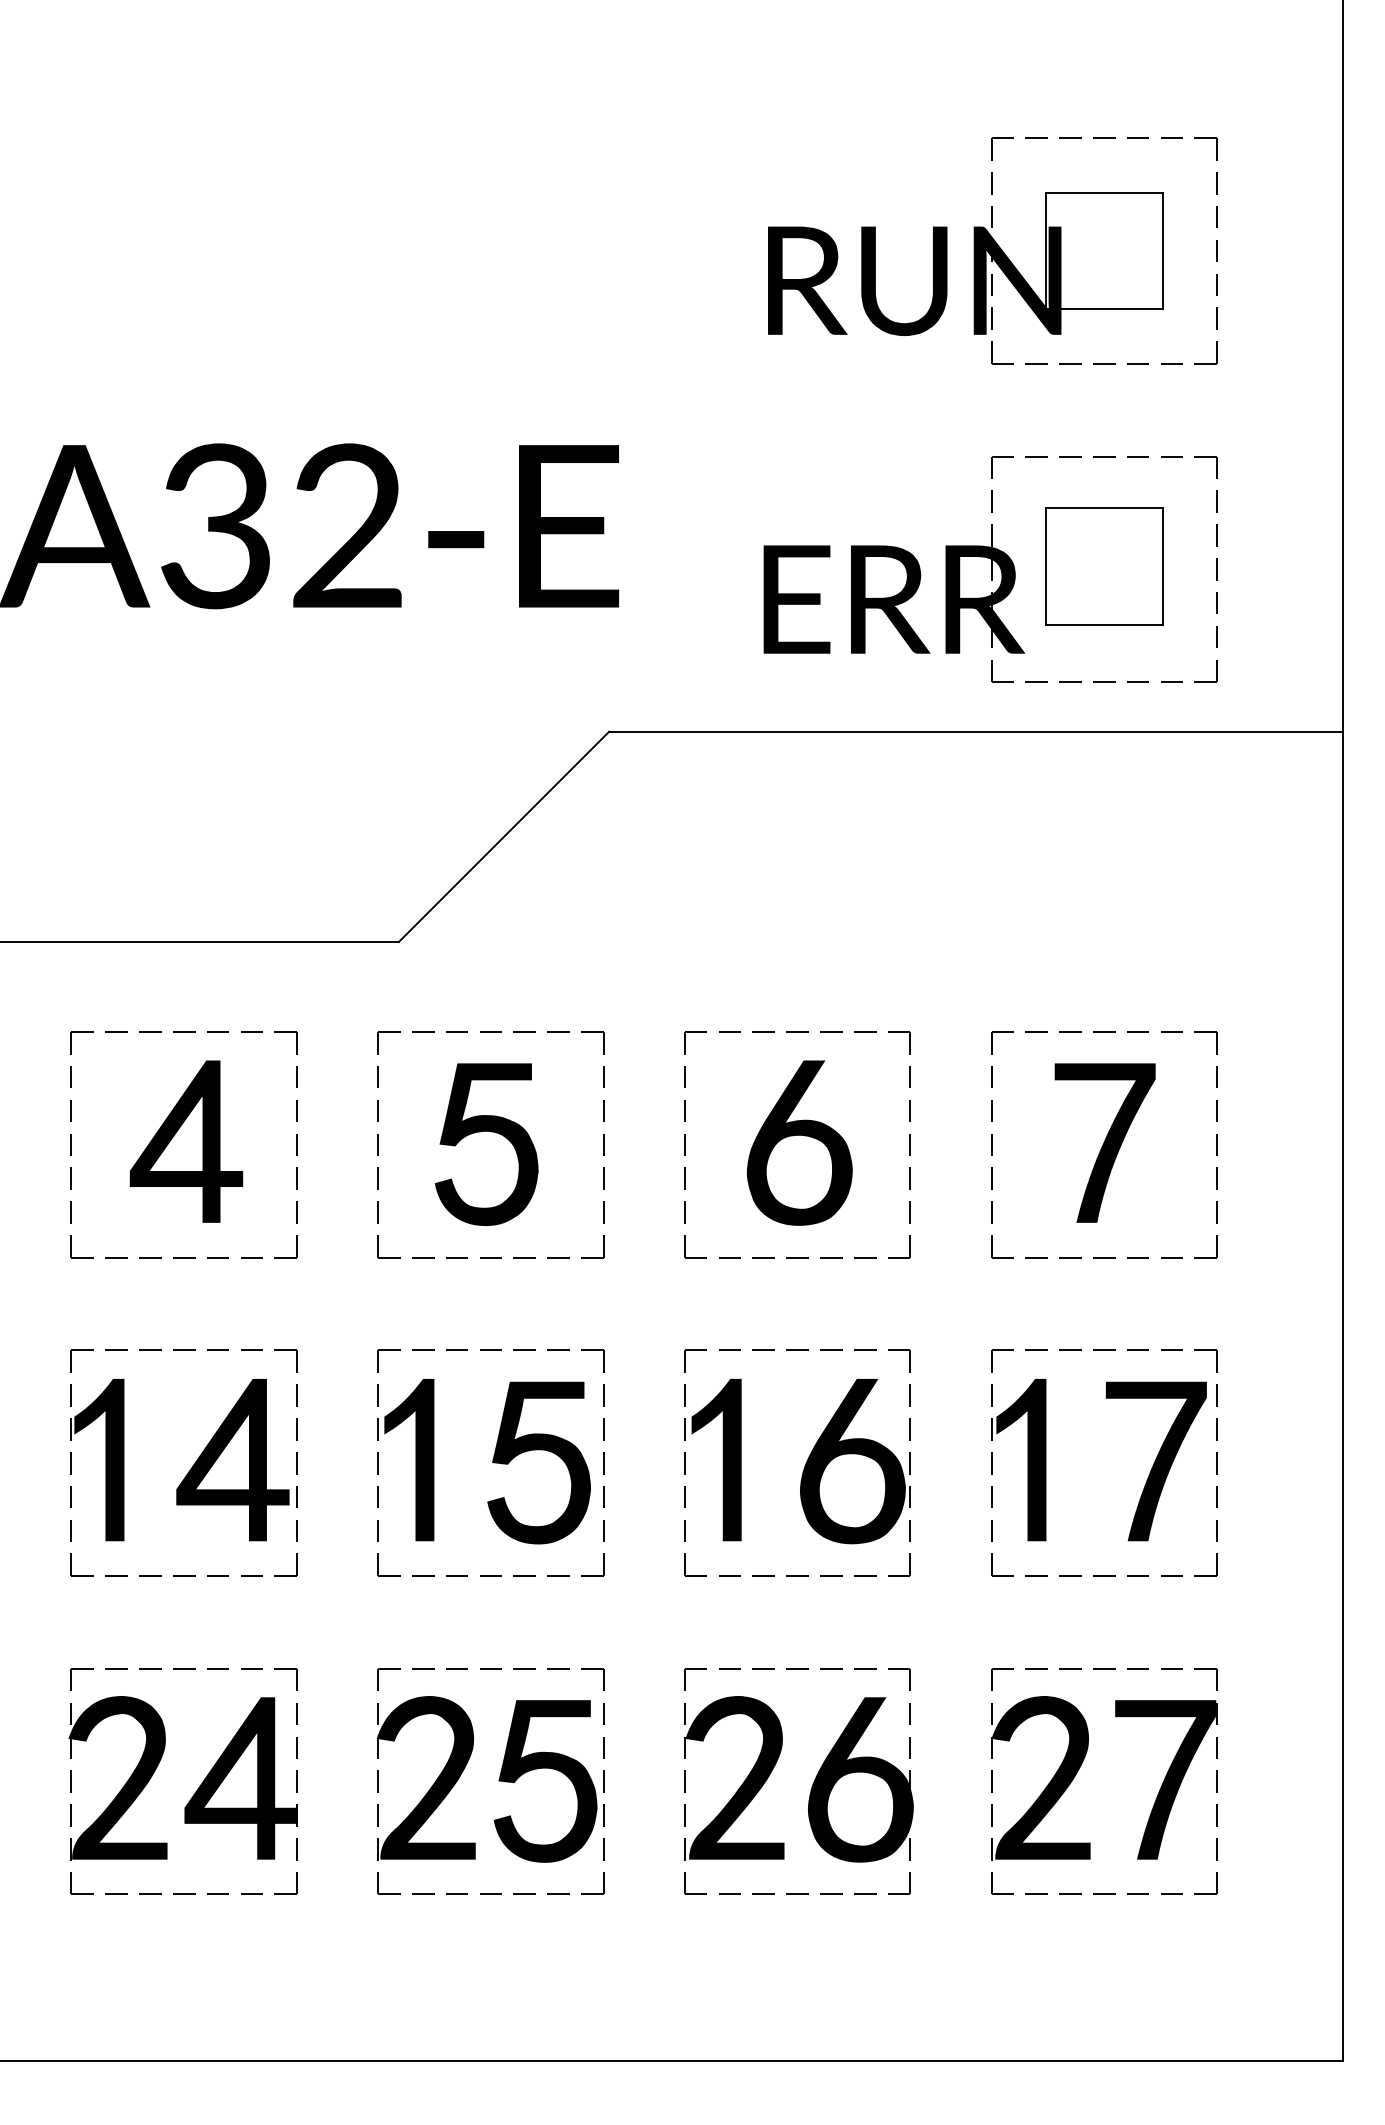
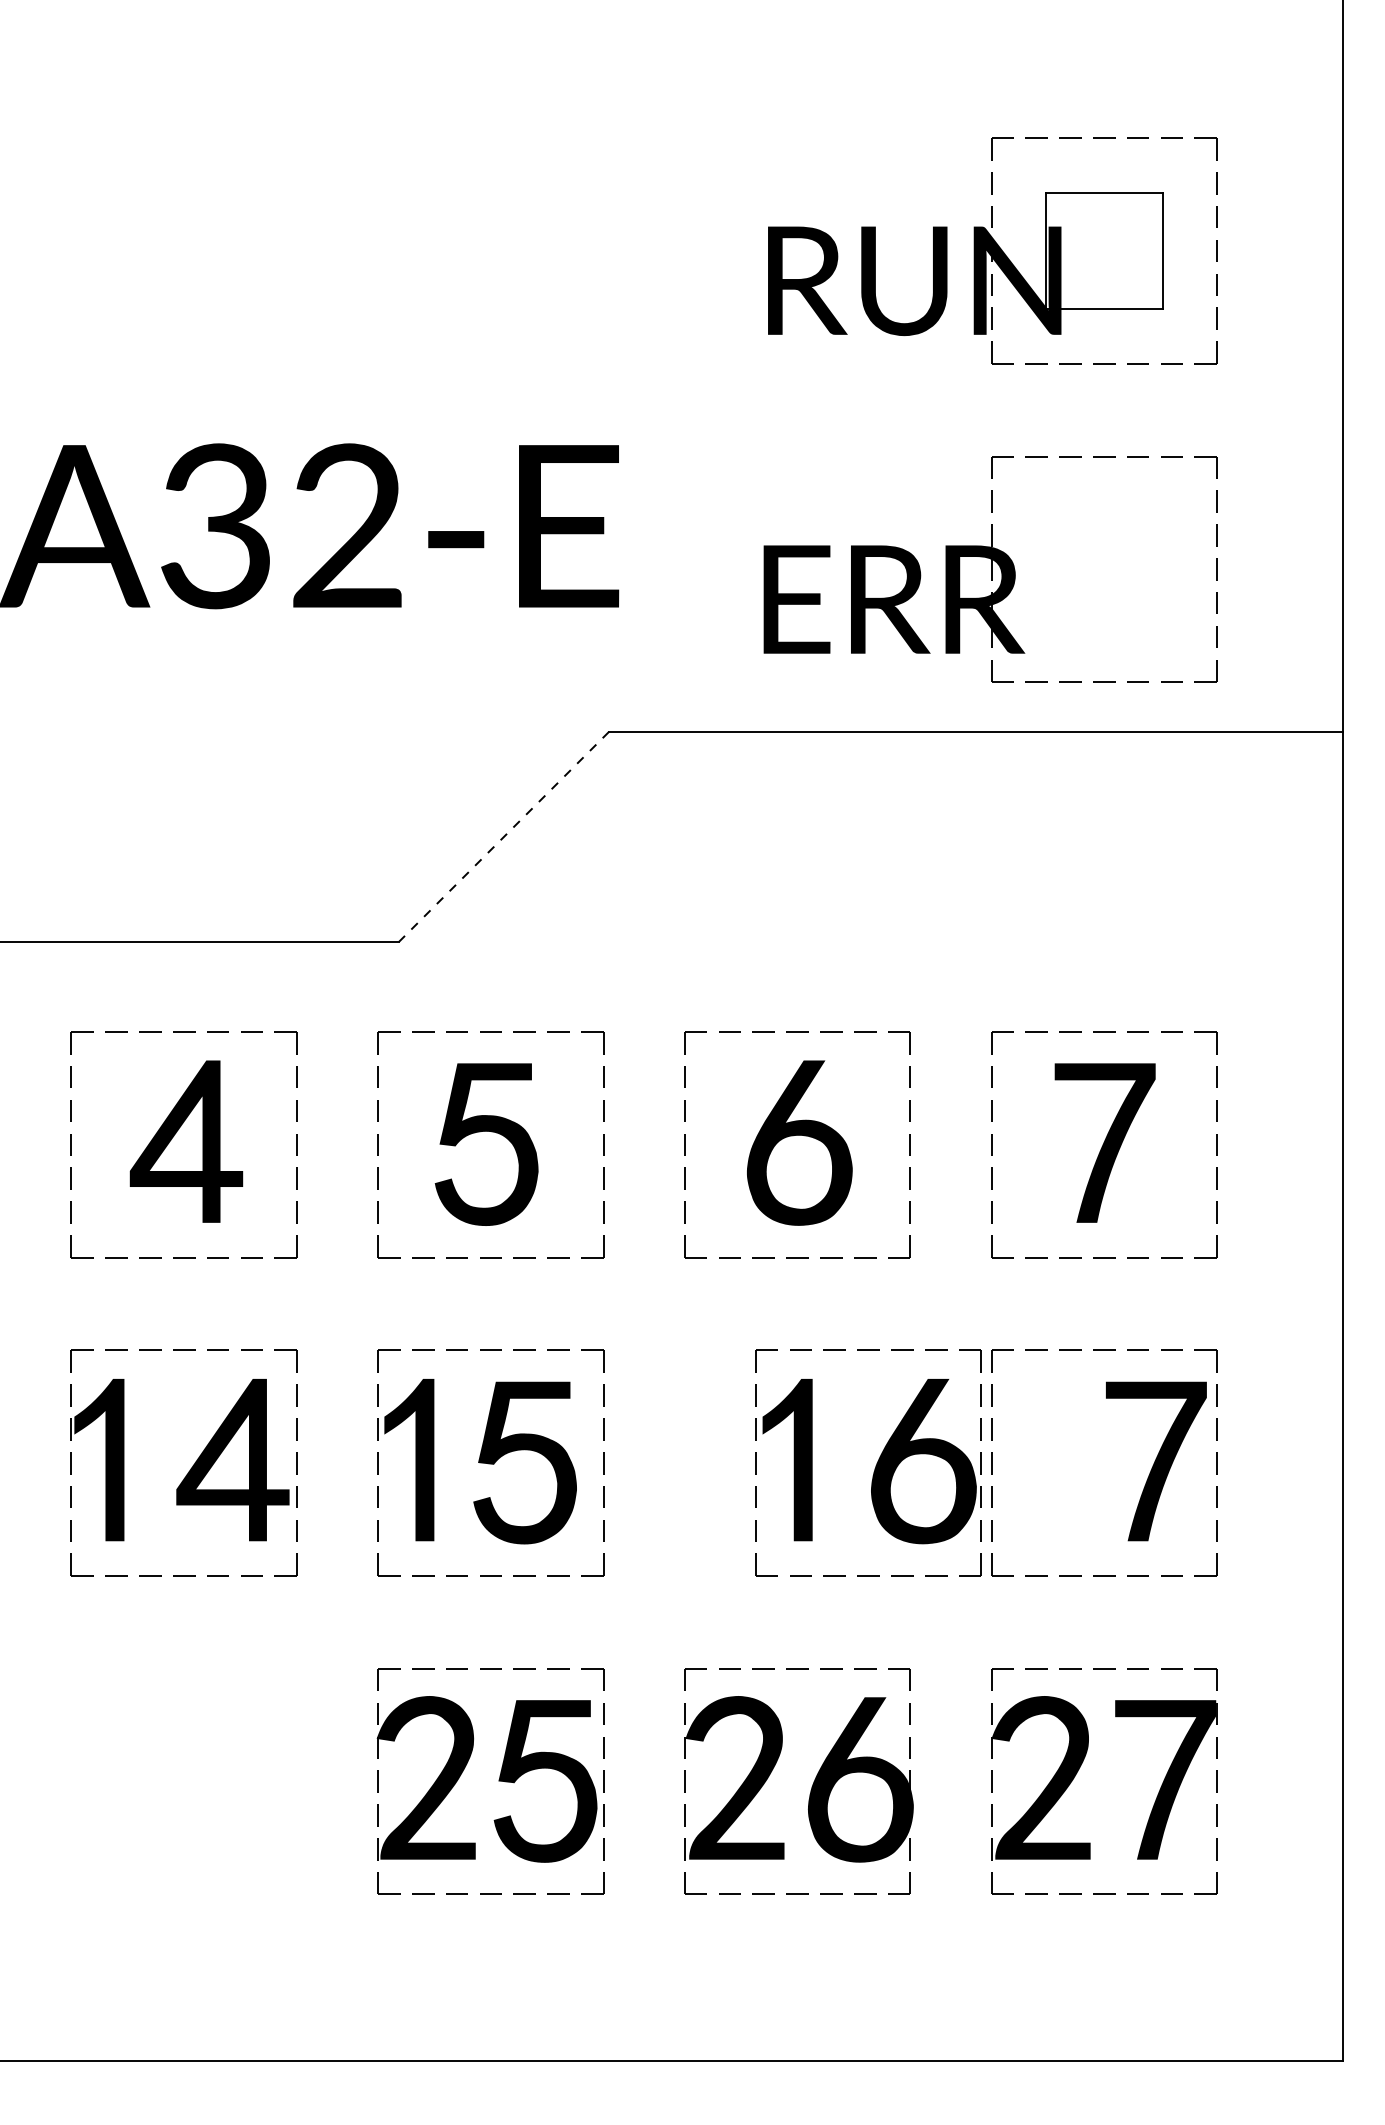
part at (1104, 566): present -> none
line at (504, 836): solid -> dashed
part at (538, 1450) position: (538, 1450) -> (524, 1450)
fill at (1021, 1459): present -> none
part at (804, 1465) position: (804, 1465) -> (875, 1465)
part at (195, 1791): present -> none
